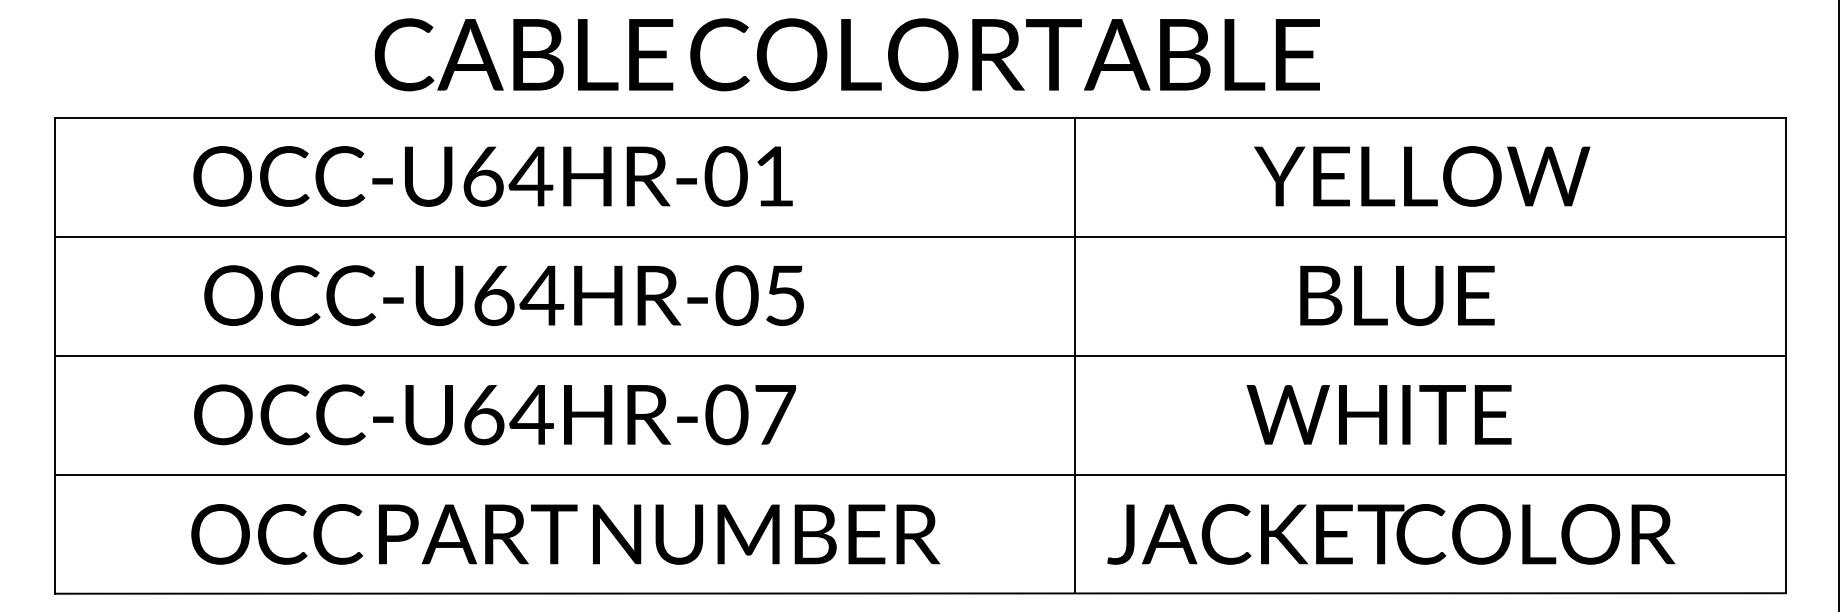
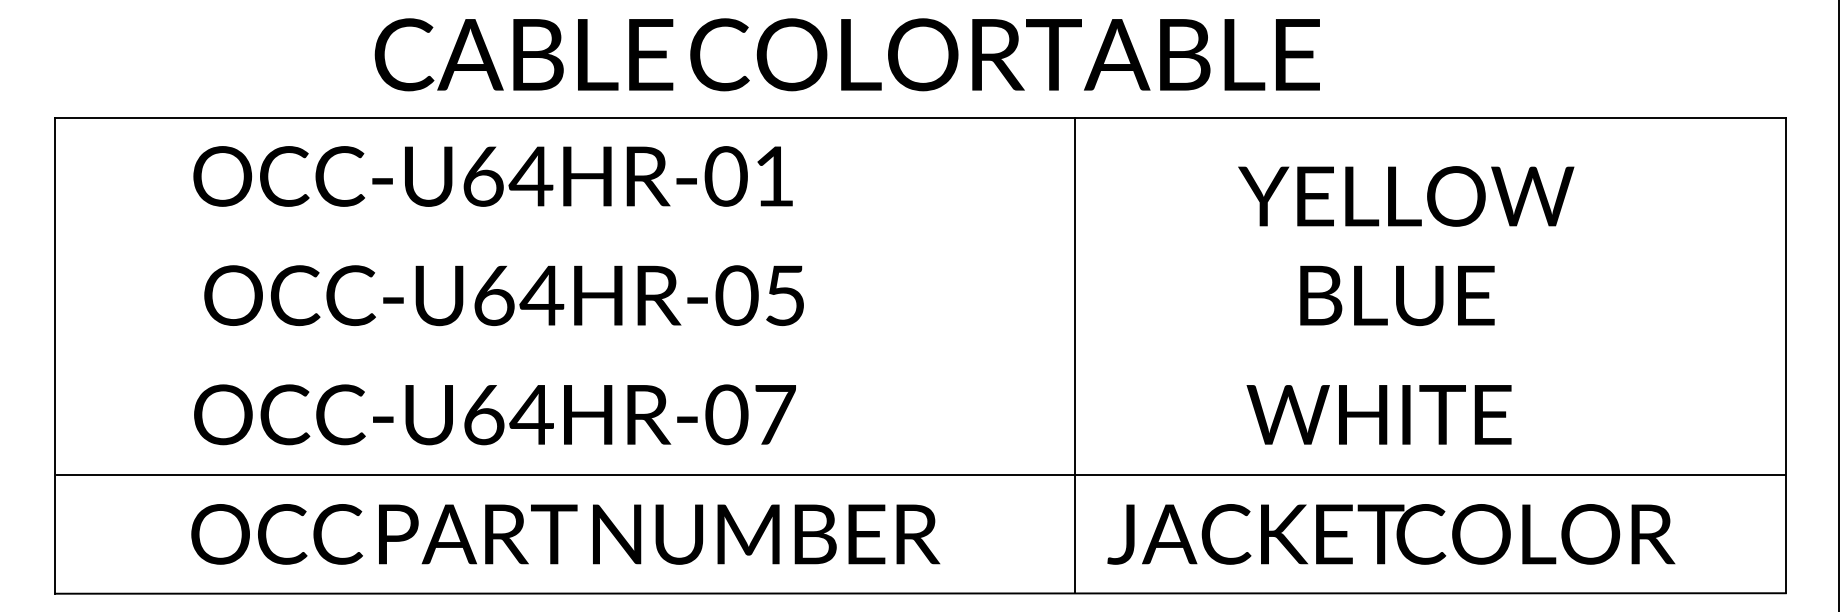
text at (1422, 176) position: (1422, 176) -> (1406, 196)
line at (920, 236): present -> none
line at (920, 355): present -> none
